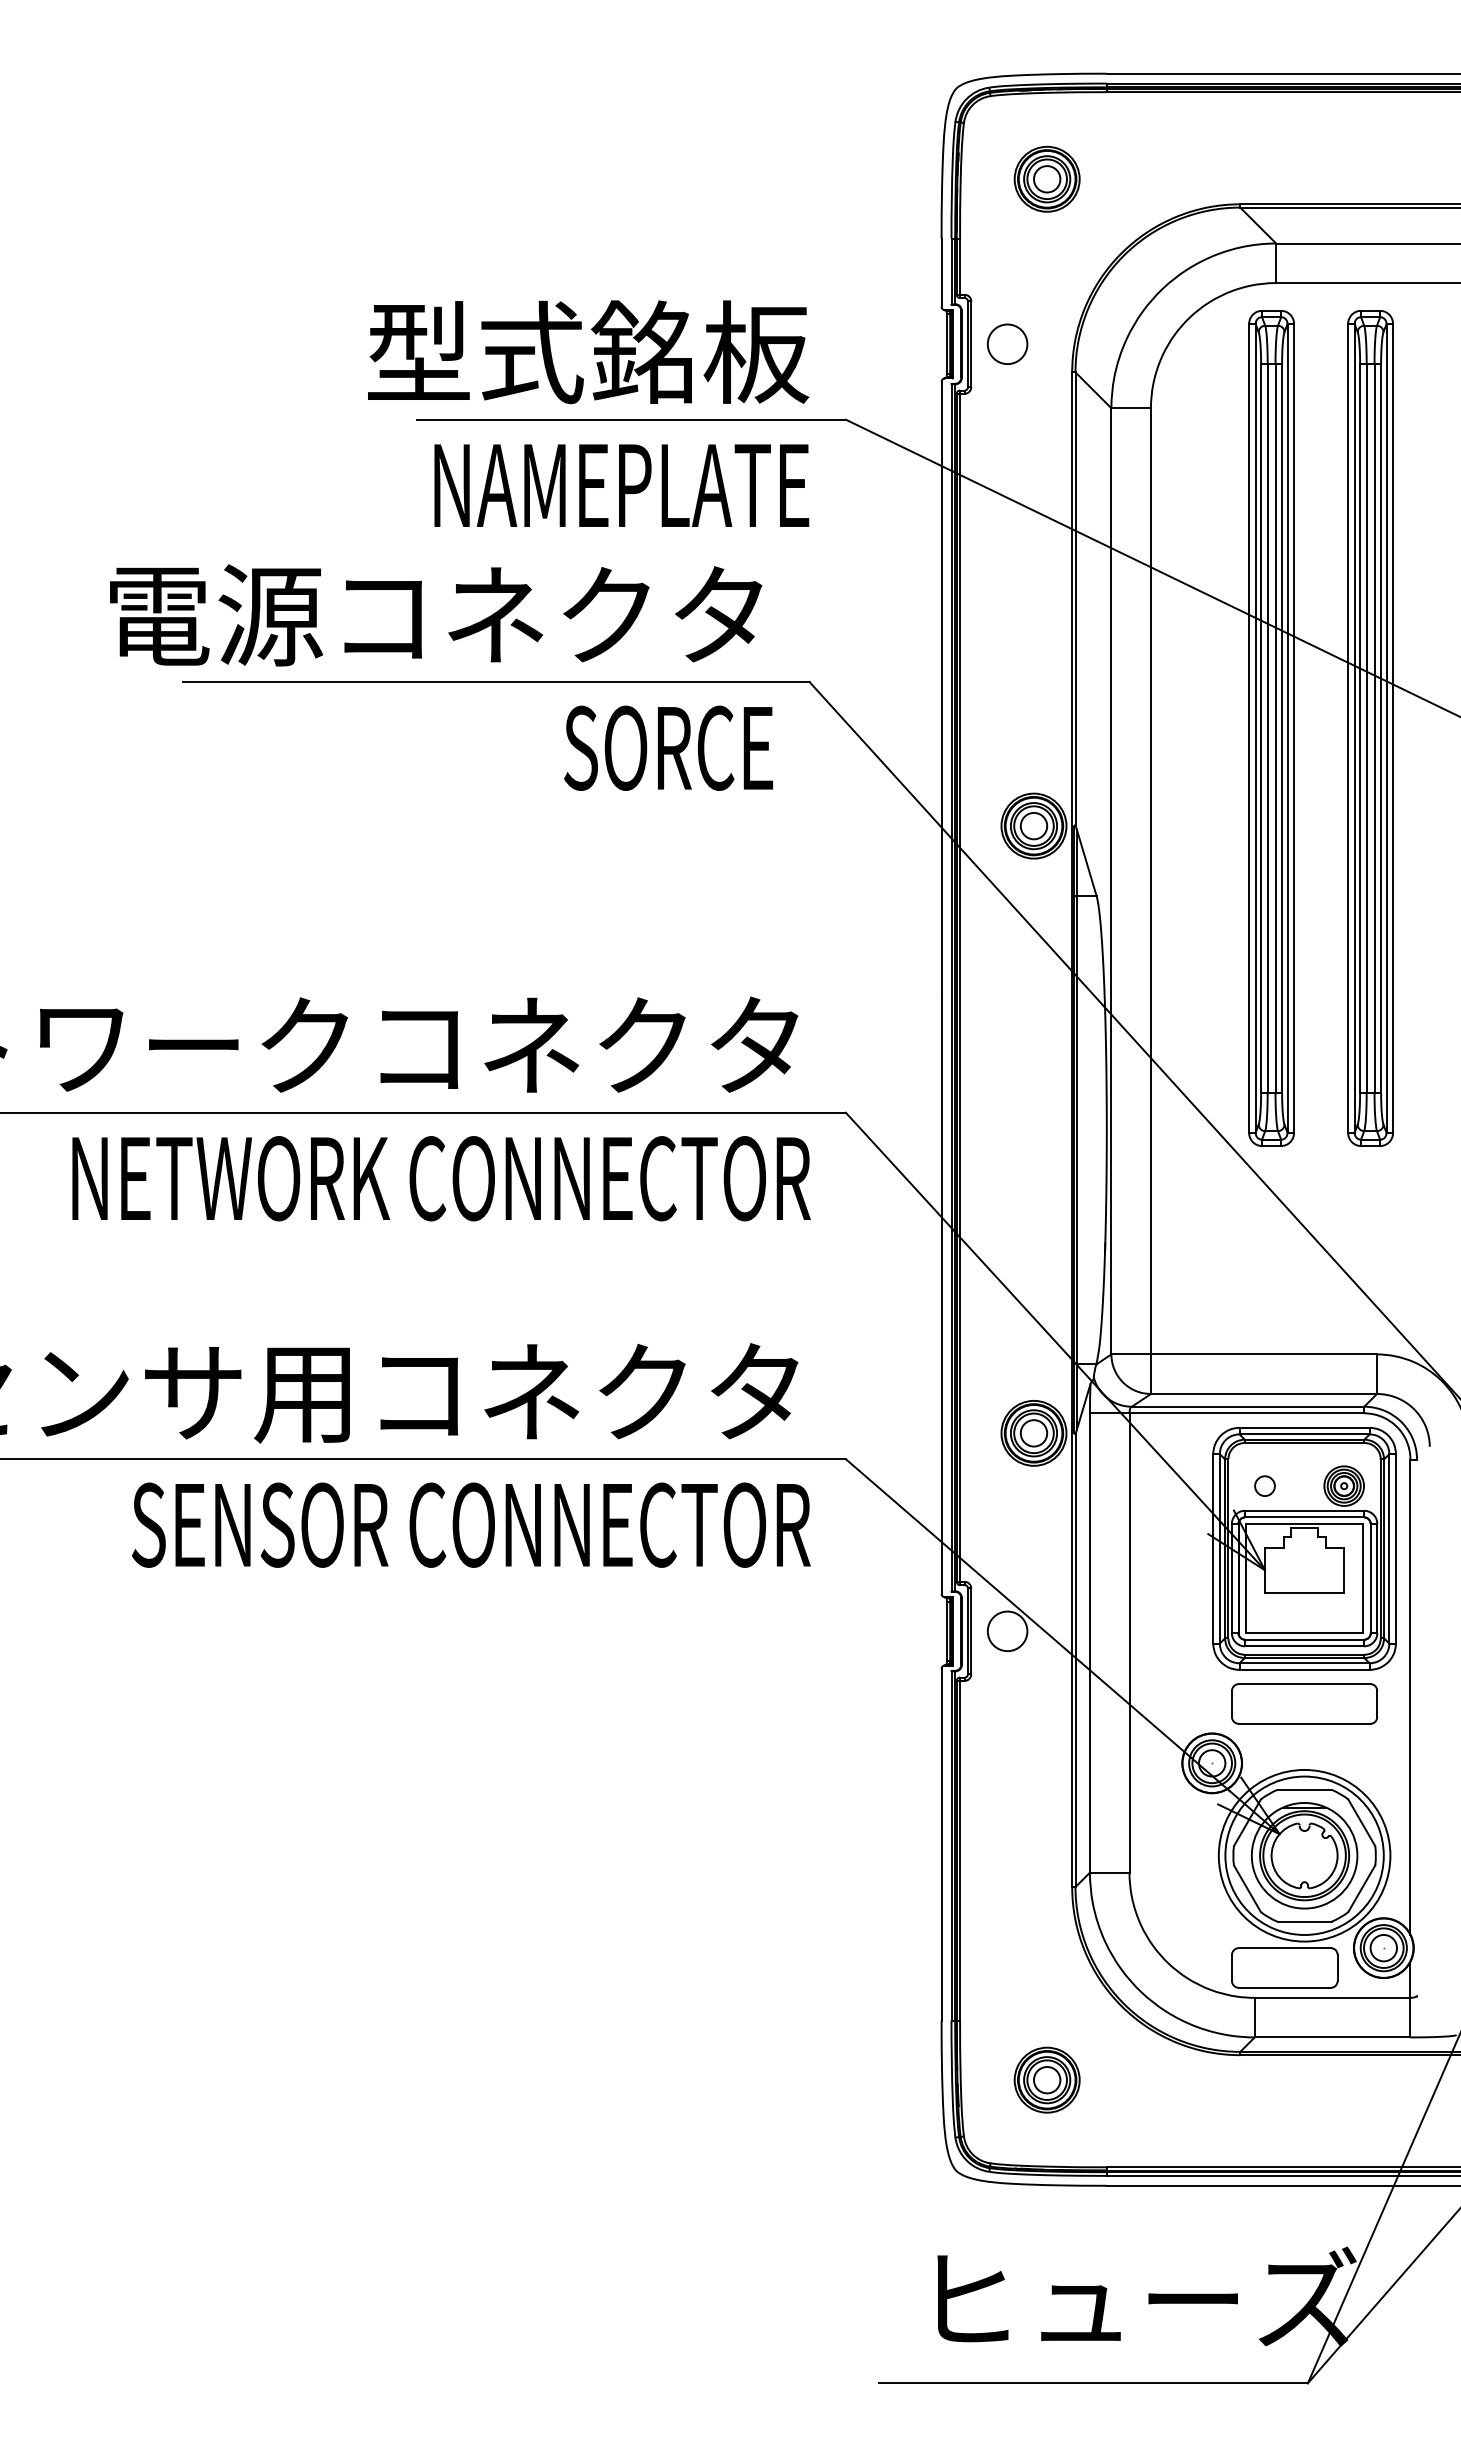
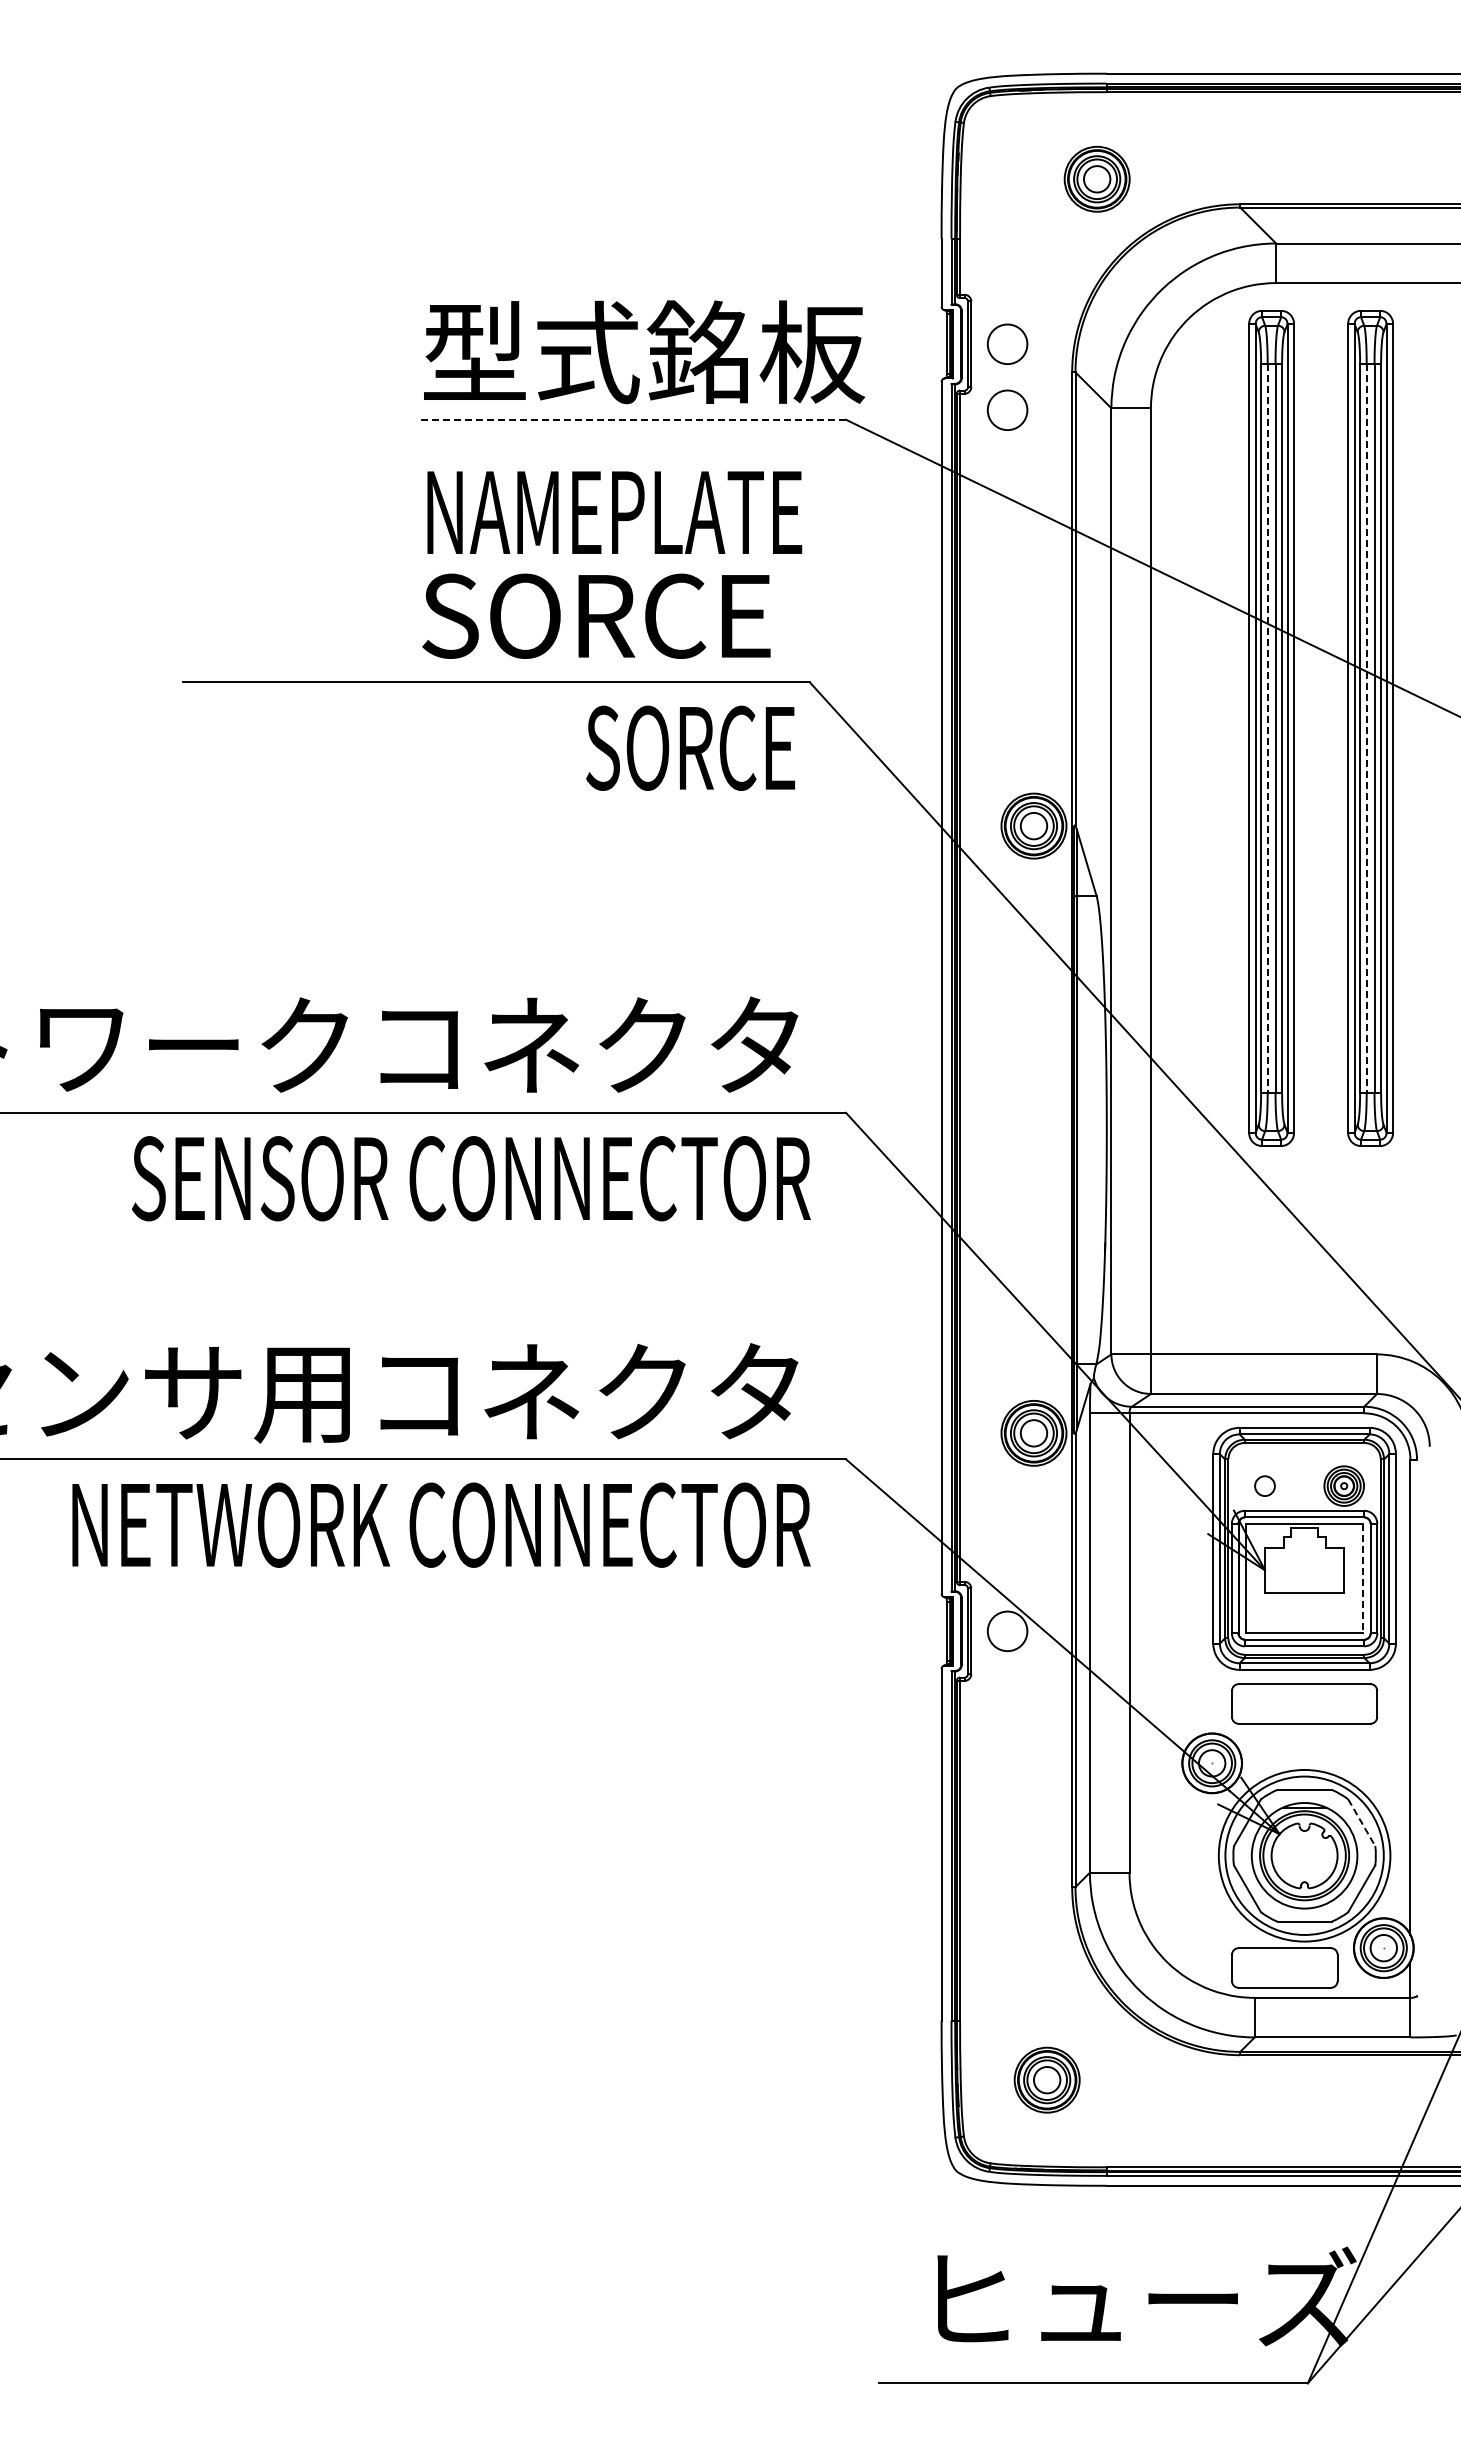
part at (1046, 178) position: (1046, 178) -> (1096, 178)
text at (588, 352) position: (588, 352) -> (644, 352)
circle at (1007, 409): none -> present
line at (631, 419): solid -> dashed
text at (621, 485) position: (621, 485) -> (614, 512)
text at (440, 615): 電源コネクタ -> SORCE
line at (1267, 728): solid -> dashed
line at (1366, 728): solid -> dashed
text at (668, 747) position: (668, 747) -> (690, 747)
text at (231, 1178): NETWORK CONNECTOR -> SENSOR CONNECTOR
text at (231, 1524): SENSOR CONNECTOR -> NETWORK CONNECTOR
line at (1363, 1579): solid -> dashed
line at (1361, 1822): solid -> dashed
